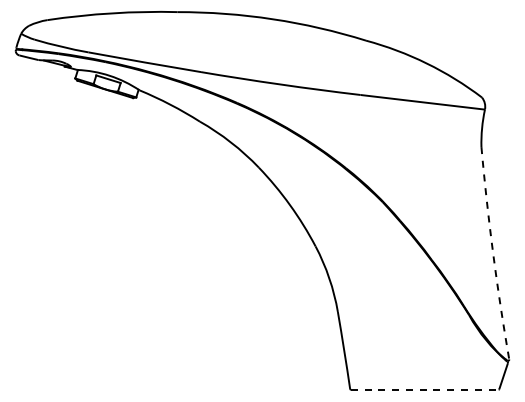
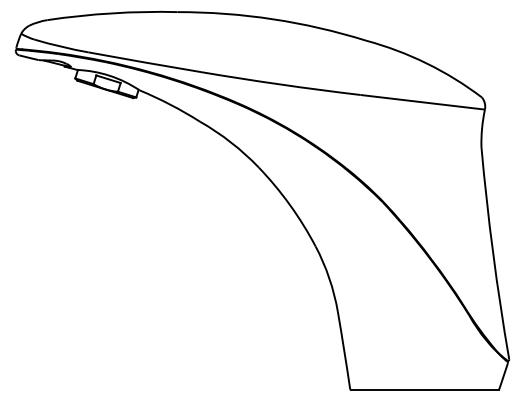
arc at (493, 253): dashed -> solid
line at (424, 389): dashed -> solid
